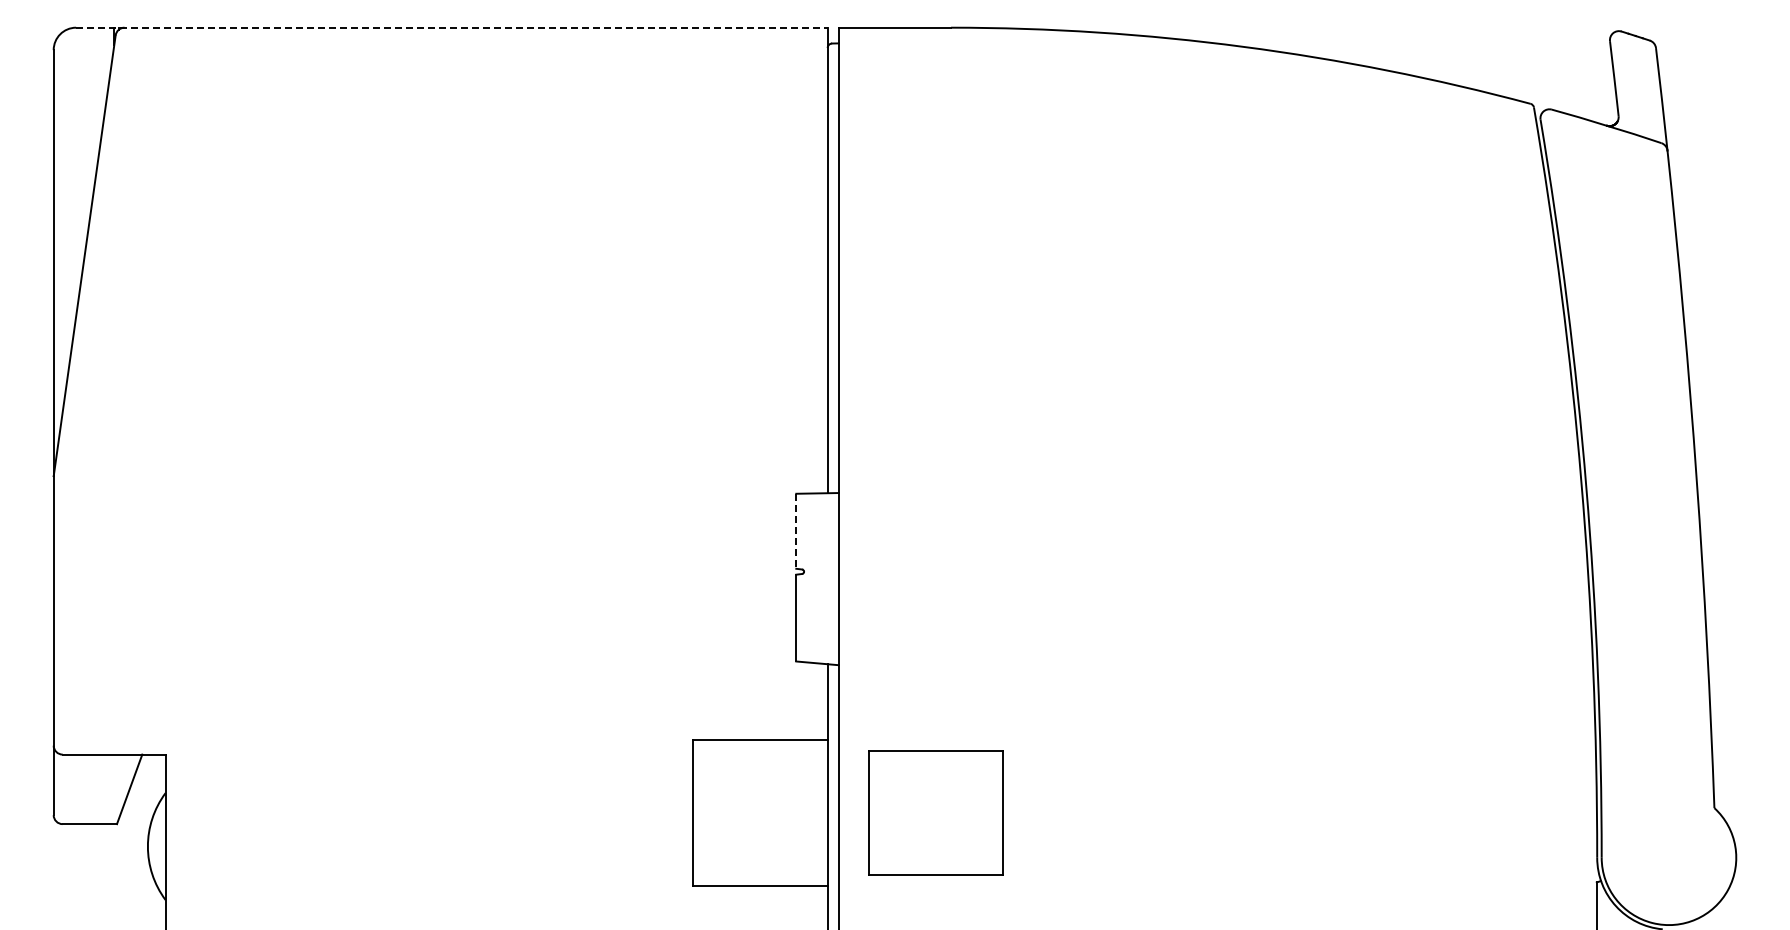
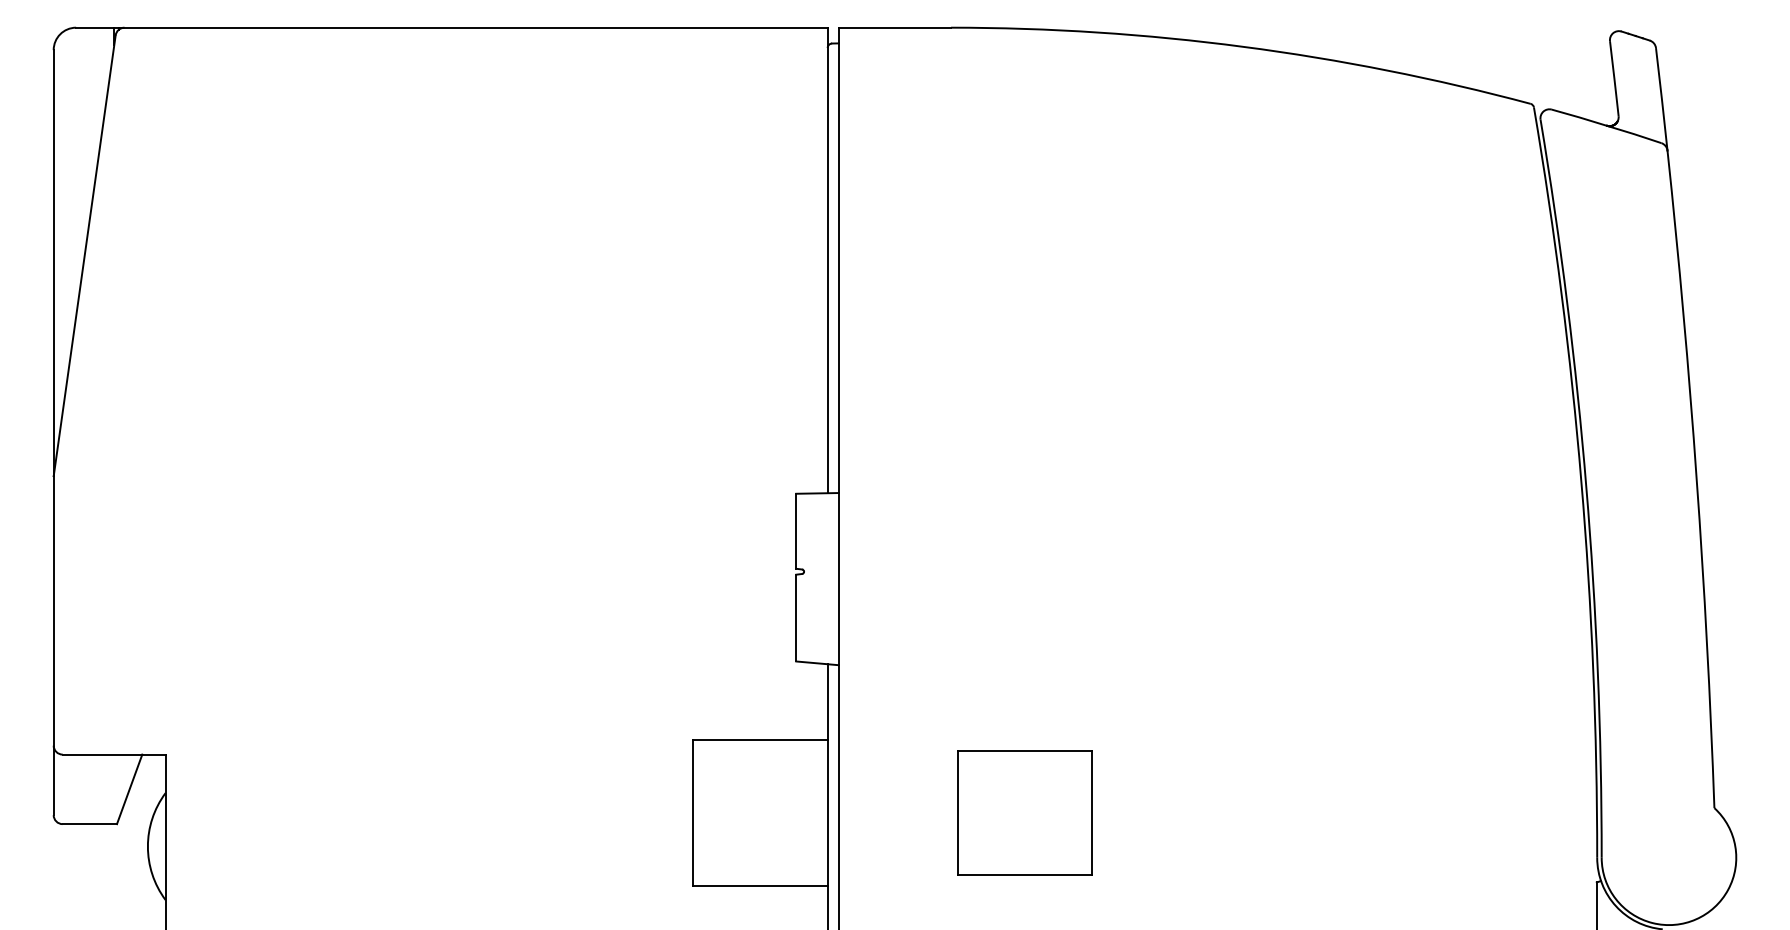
line at (451, 27): dashed -> solid
line at (796, 531): dashed -> solid
part at (935, 812) position: (935, 812) -> (1024, 812)
